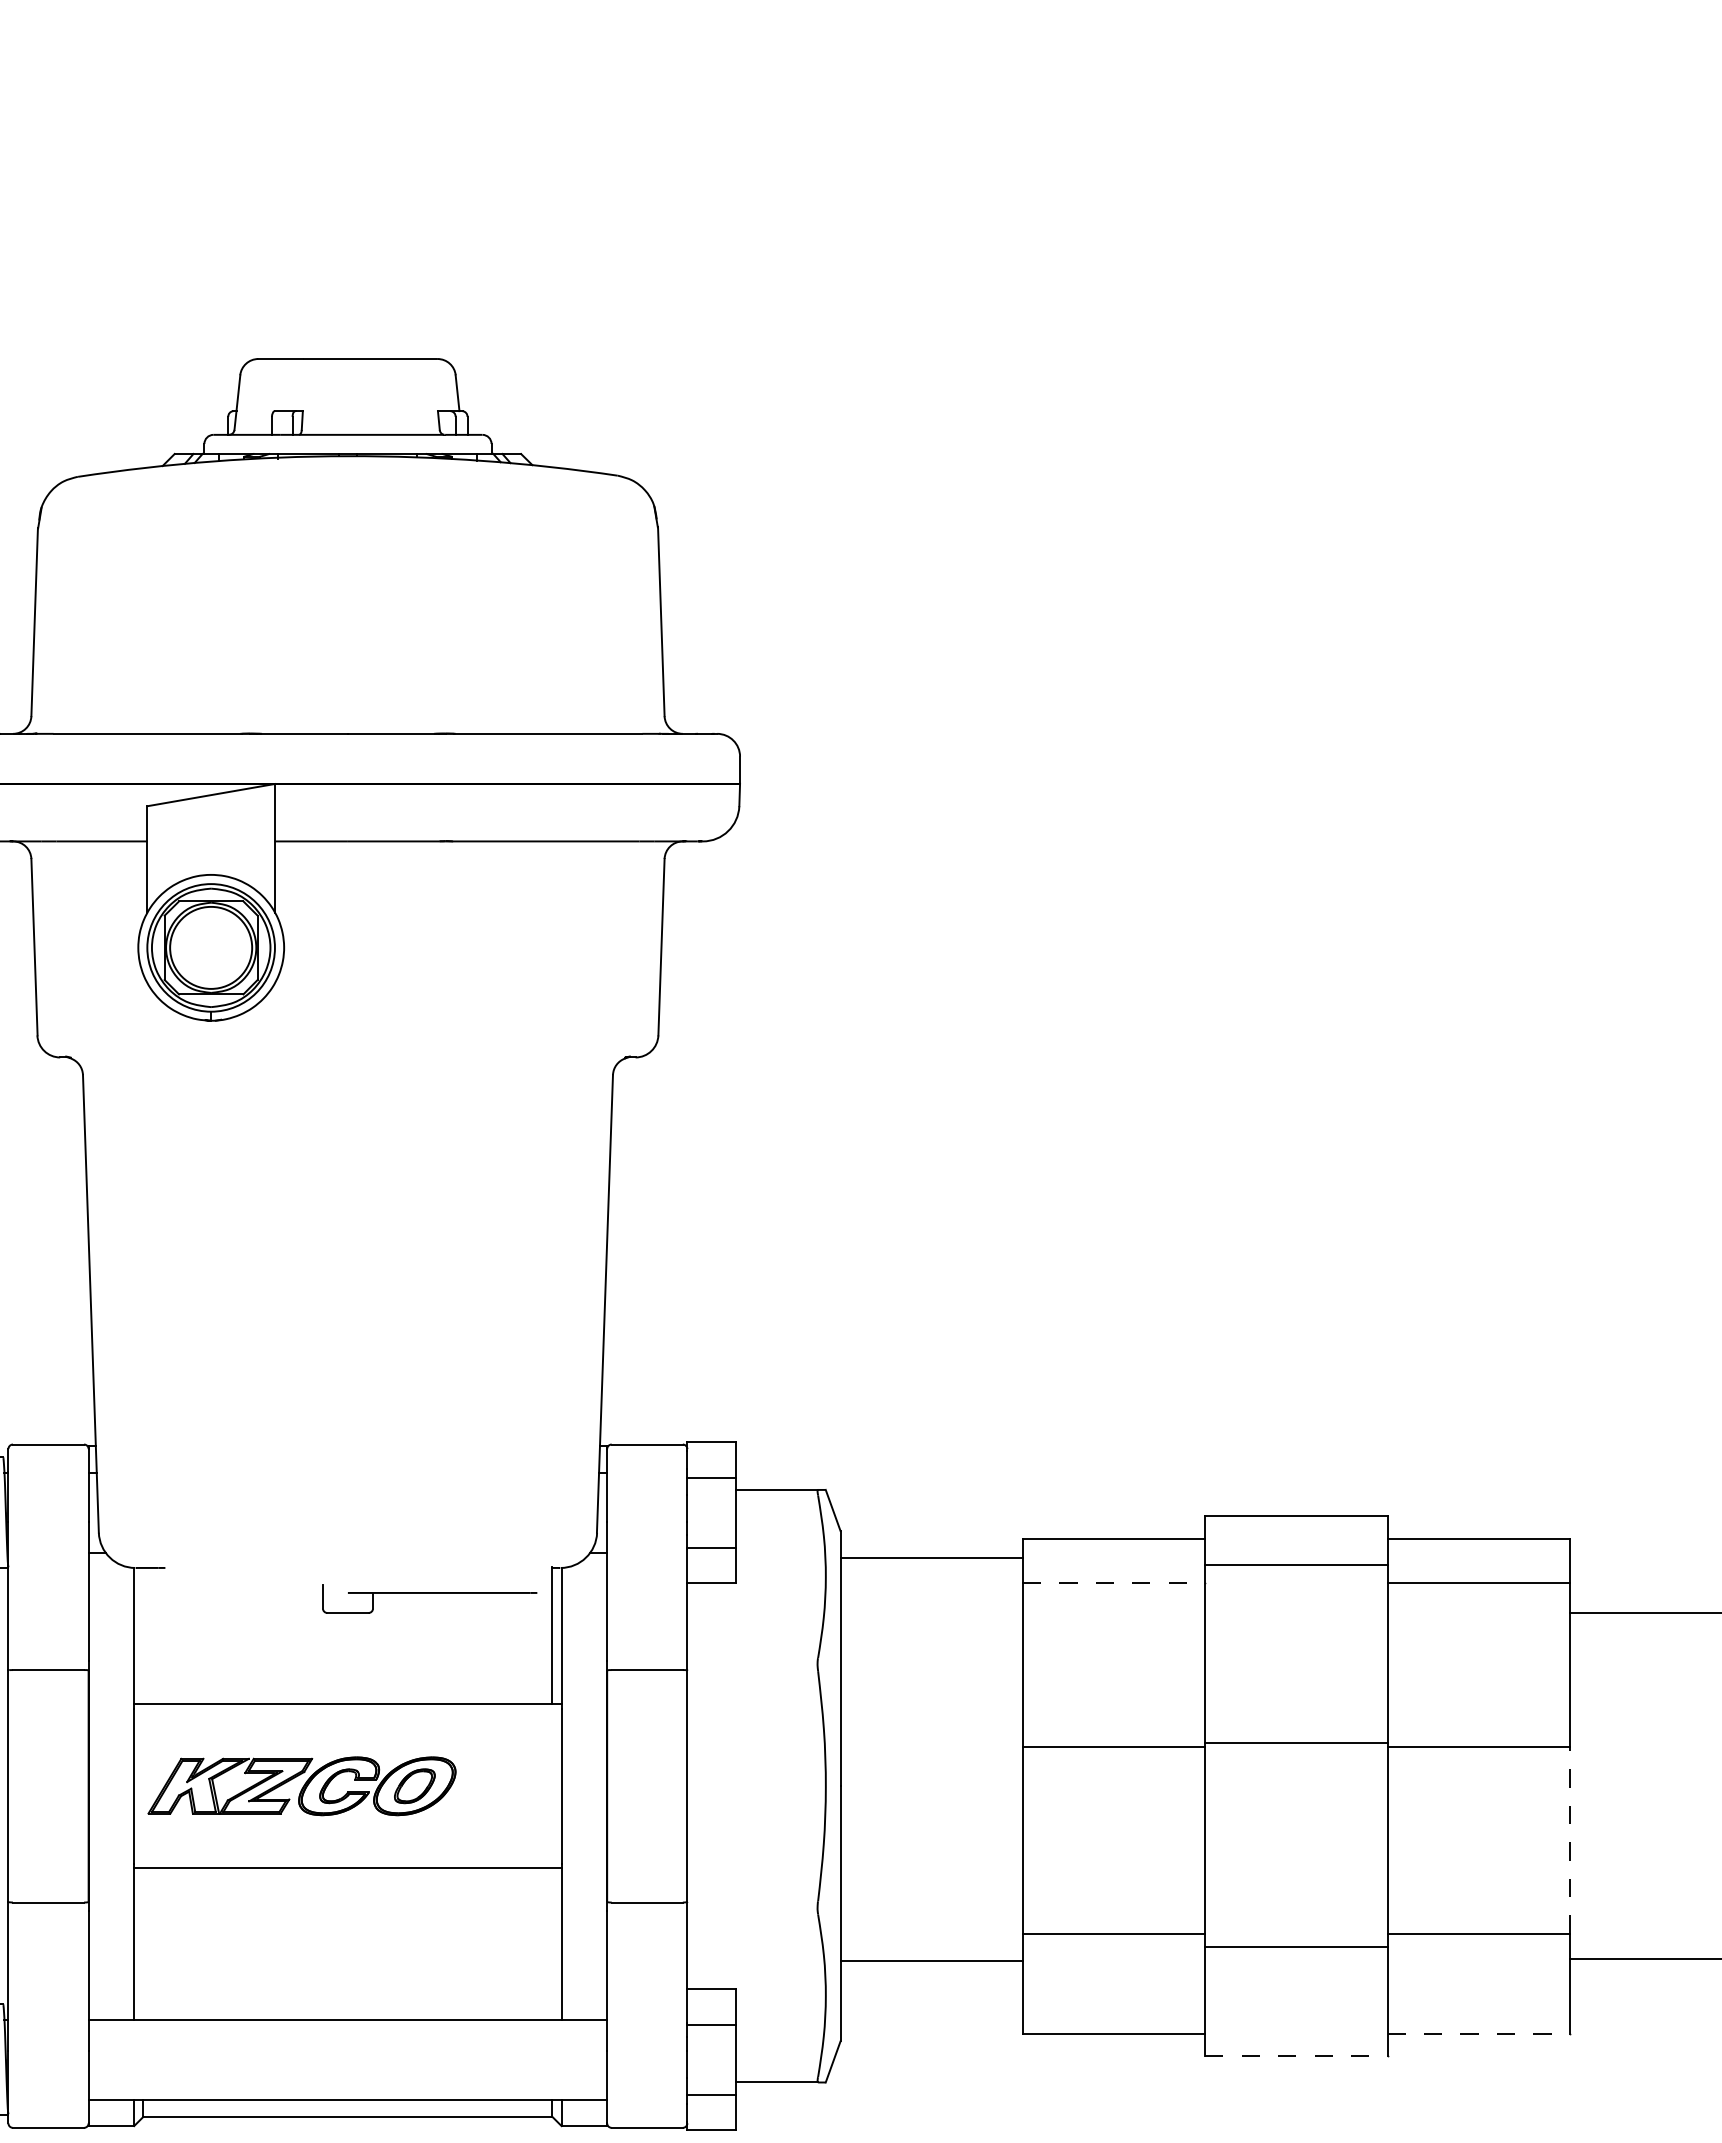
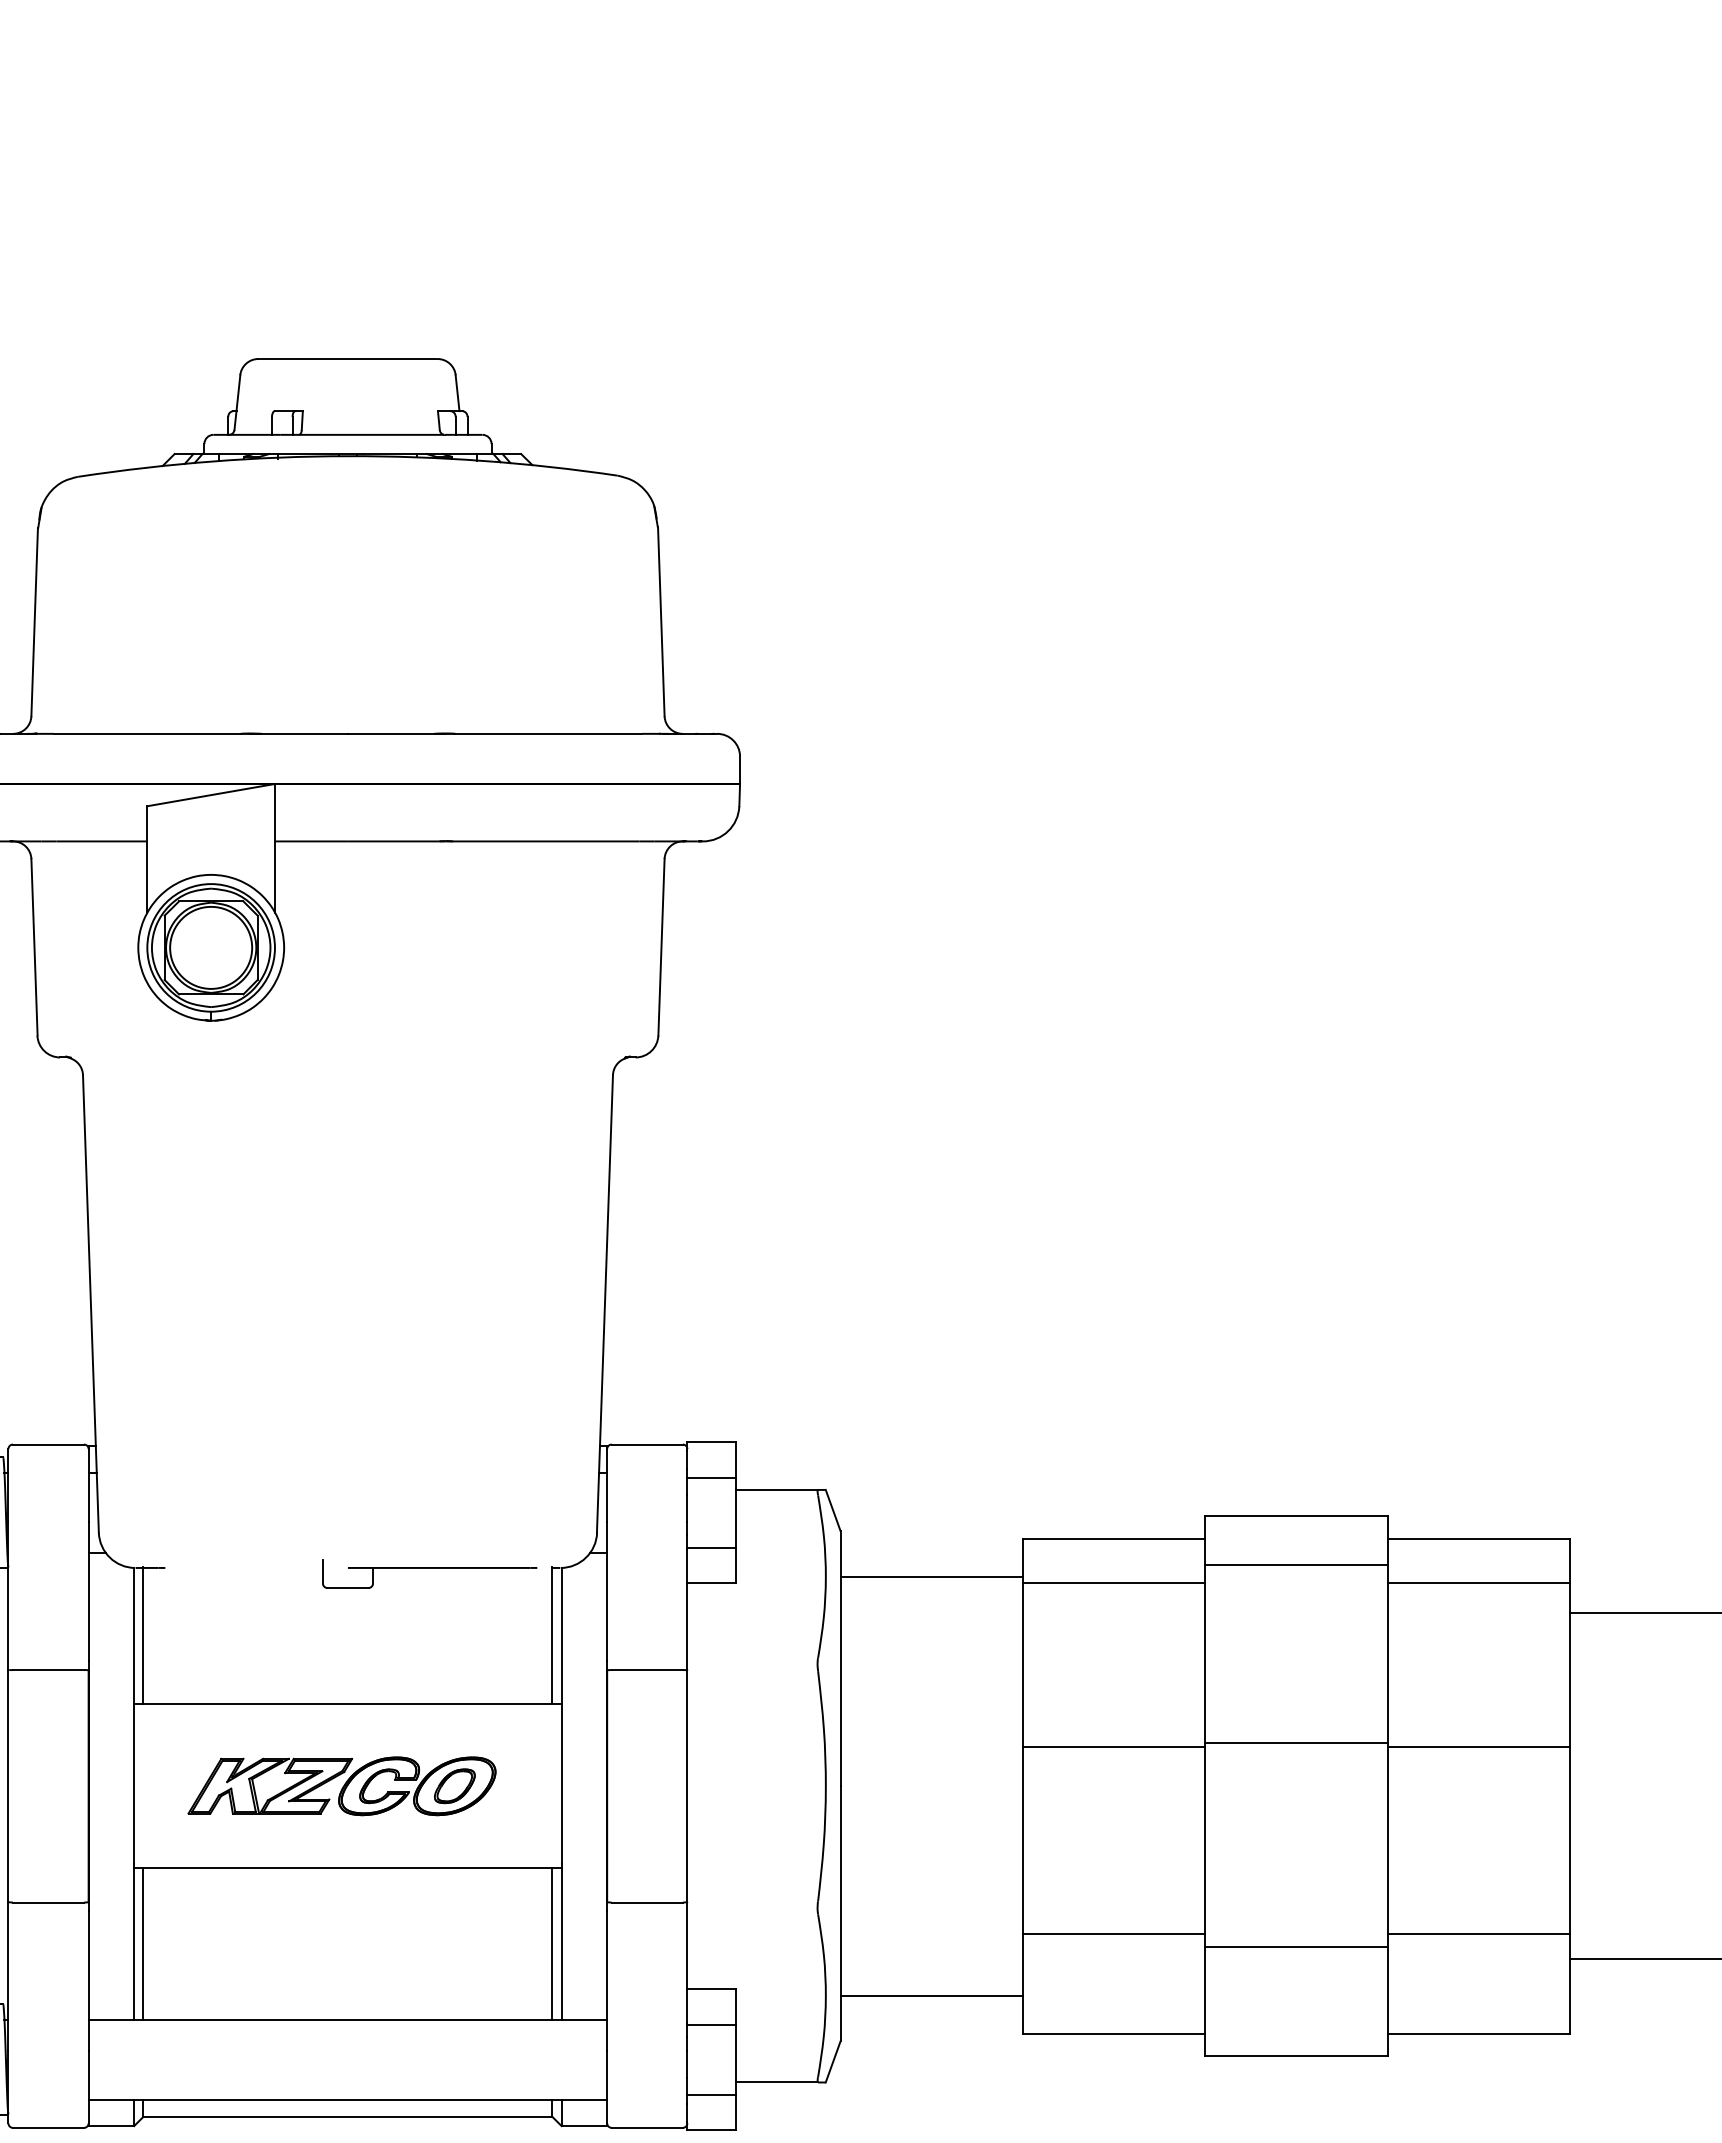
line at (931, 1557) position: (931, 1557) -> (931, 1576)
line at (1114, 1583): dashed -> solid
part at (429, 1598) position: (429, 1598) -> (429, 1573)
line at (143, 1635): none -> present
part at (301, 1786) position: (301, 1786) -> (341, 1786)
line at (1569, 1839): dashed -> solid
line at (143, 1943): none -> present
line at (552, 1943): none -> present
line at (931, 1960) position: (931, 1960) -> (931, 1995)
line at (1479, 2033): dashed -> solid
line at (1296, 2056): dashed -> solid
